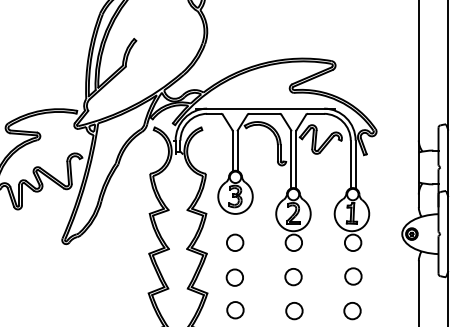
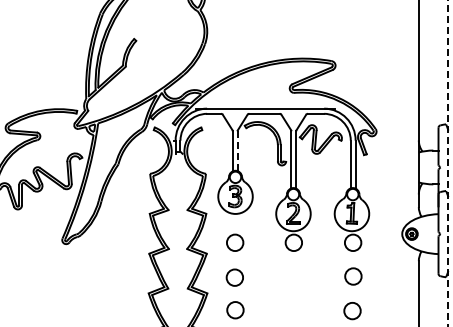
line at (237, 151): solid -> dashed
line at (448, 163): solid -> dashed
circle at (293, 277): present -> none
circle at (294, 311): present -> none
